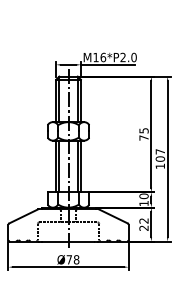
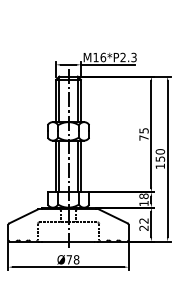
text at (133, 57): M16*P2.0 -> M16*P2.3
text at (160, 155): 107 -> 150
text at (143, 196): 10 -> 18
